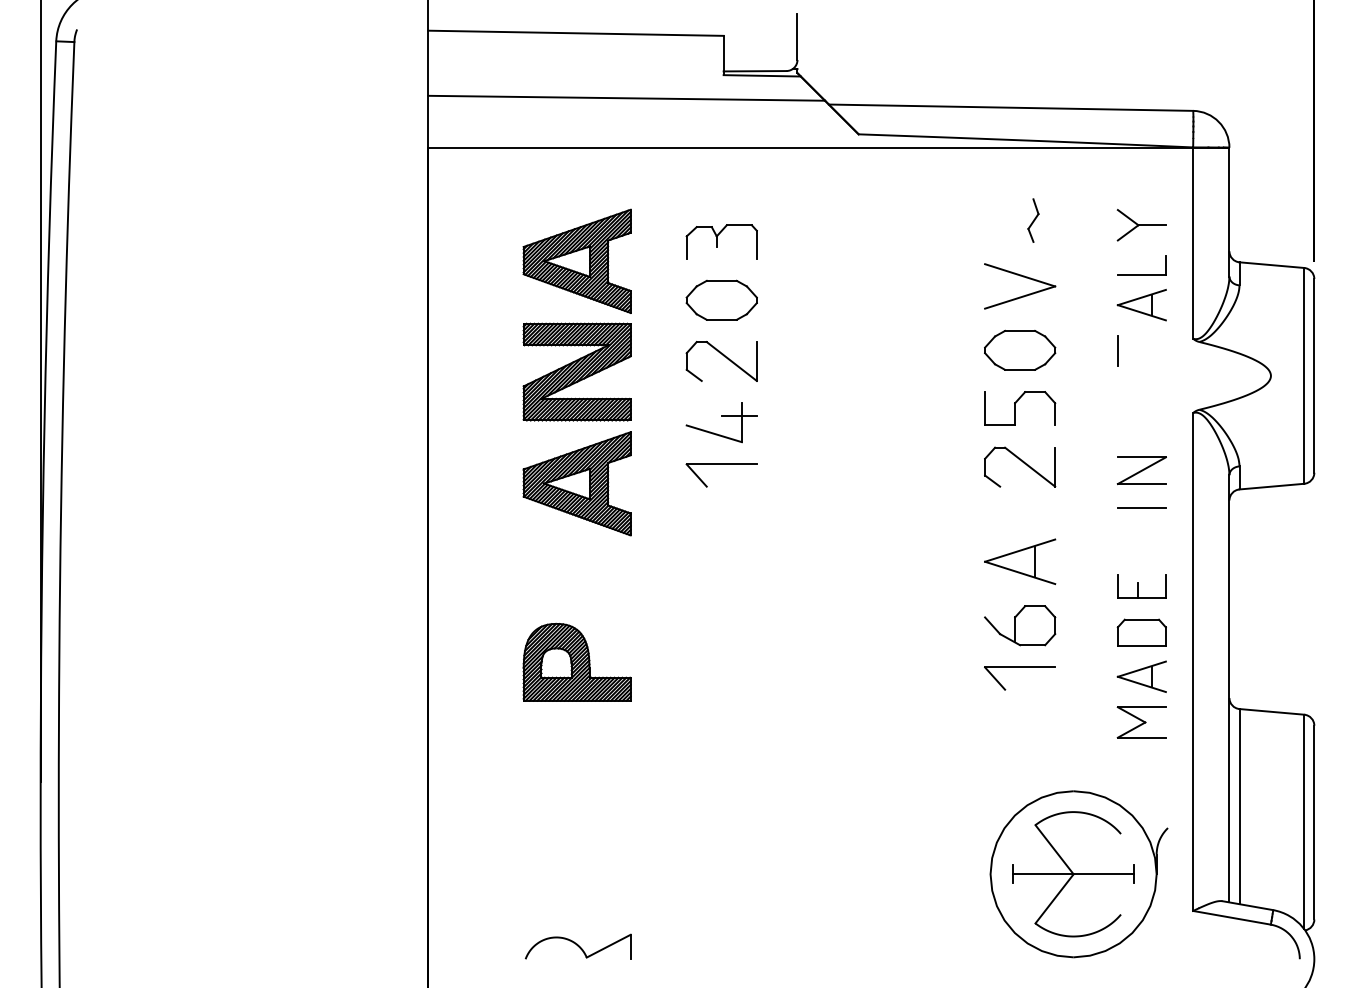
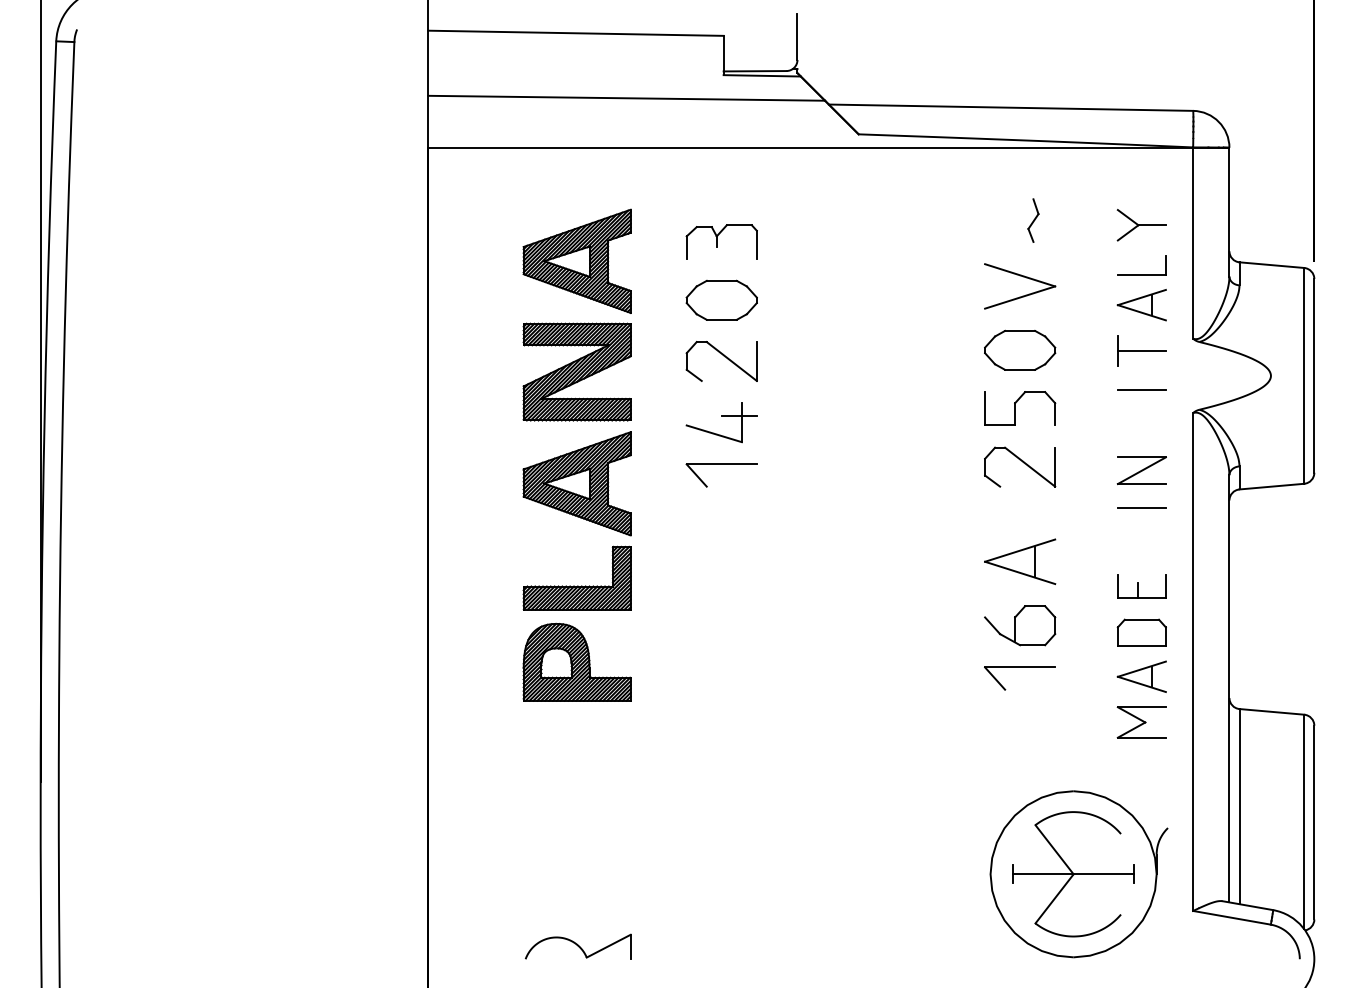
line at (1141, 350): none -> present
line at (1141, 390): none -> present
part at (577, 585): none -> present
